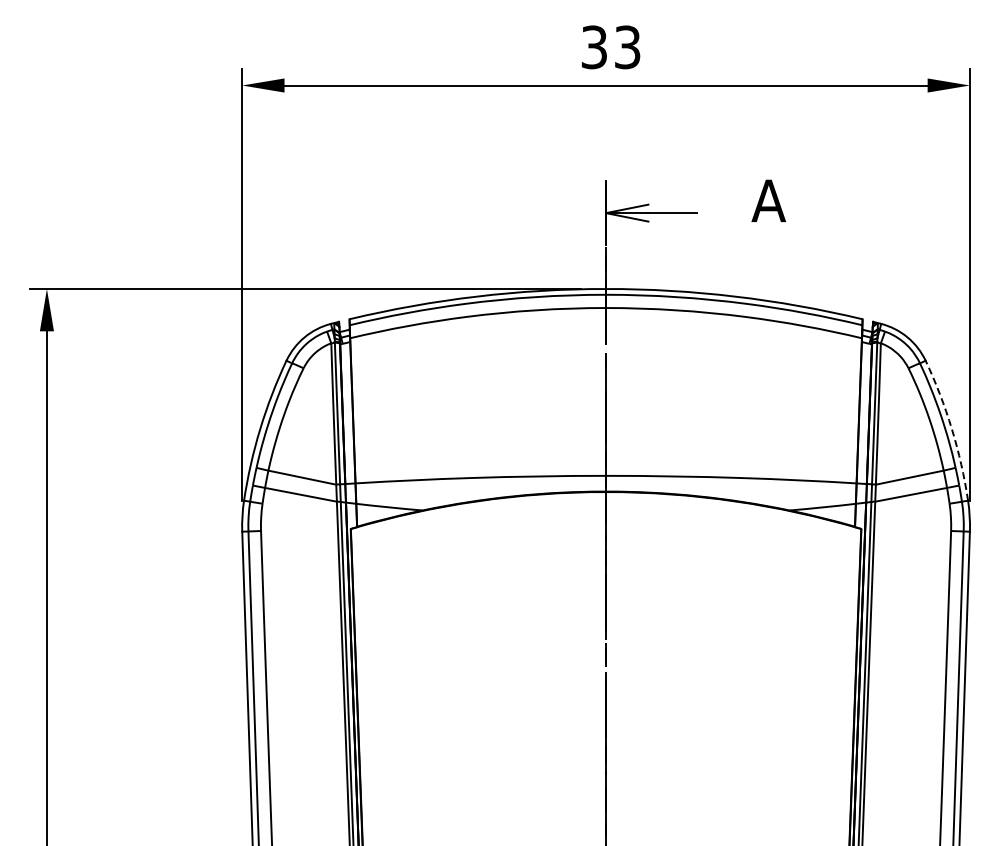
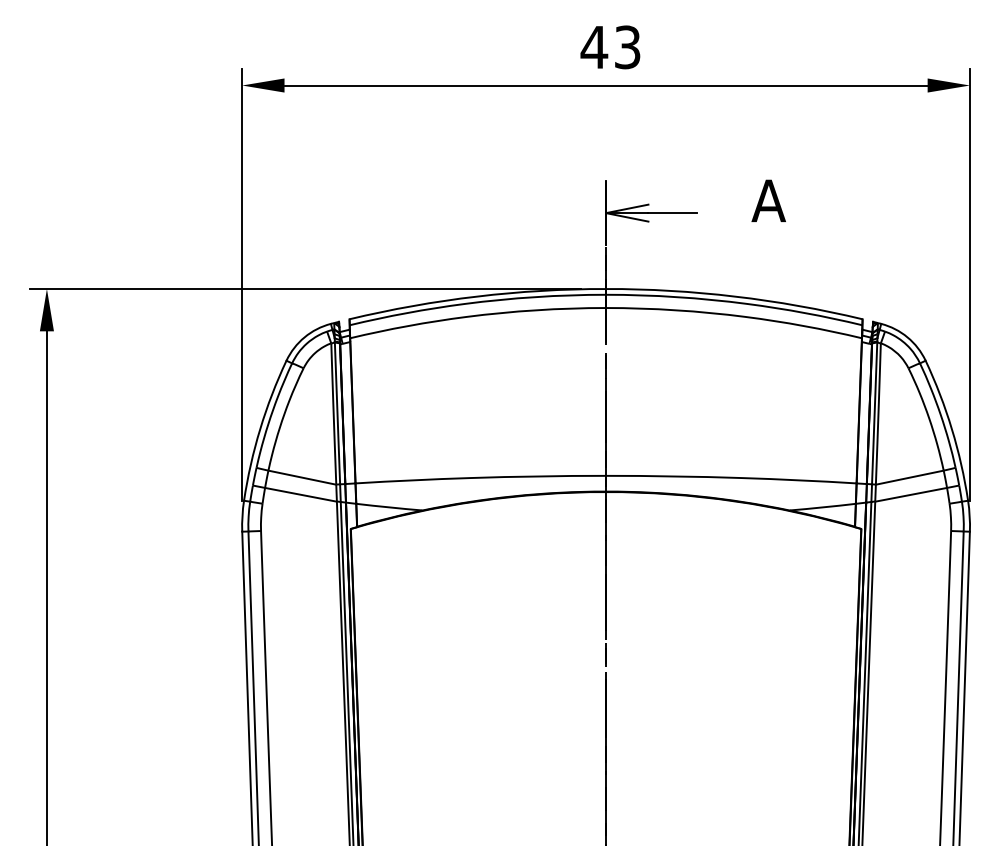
text at (594, 47): 33 -> 43
arc at (951, 429): dashed -> solid
